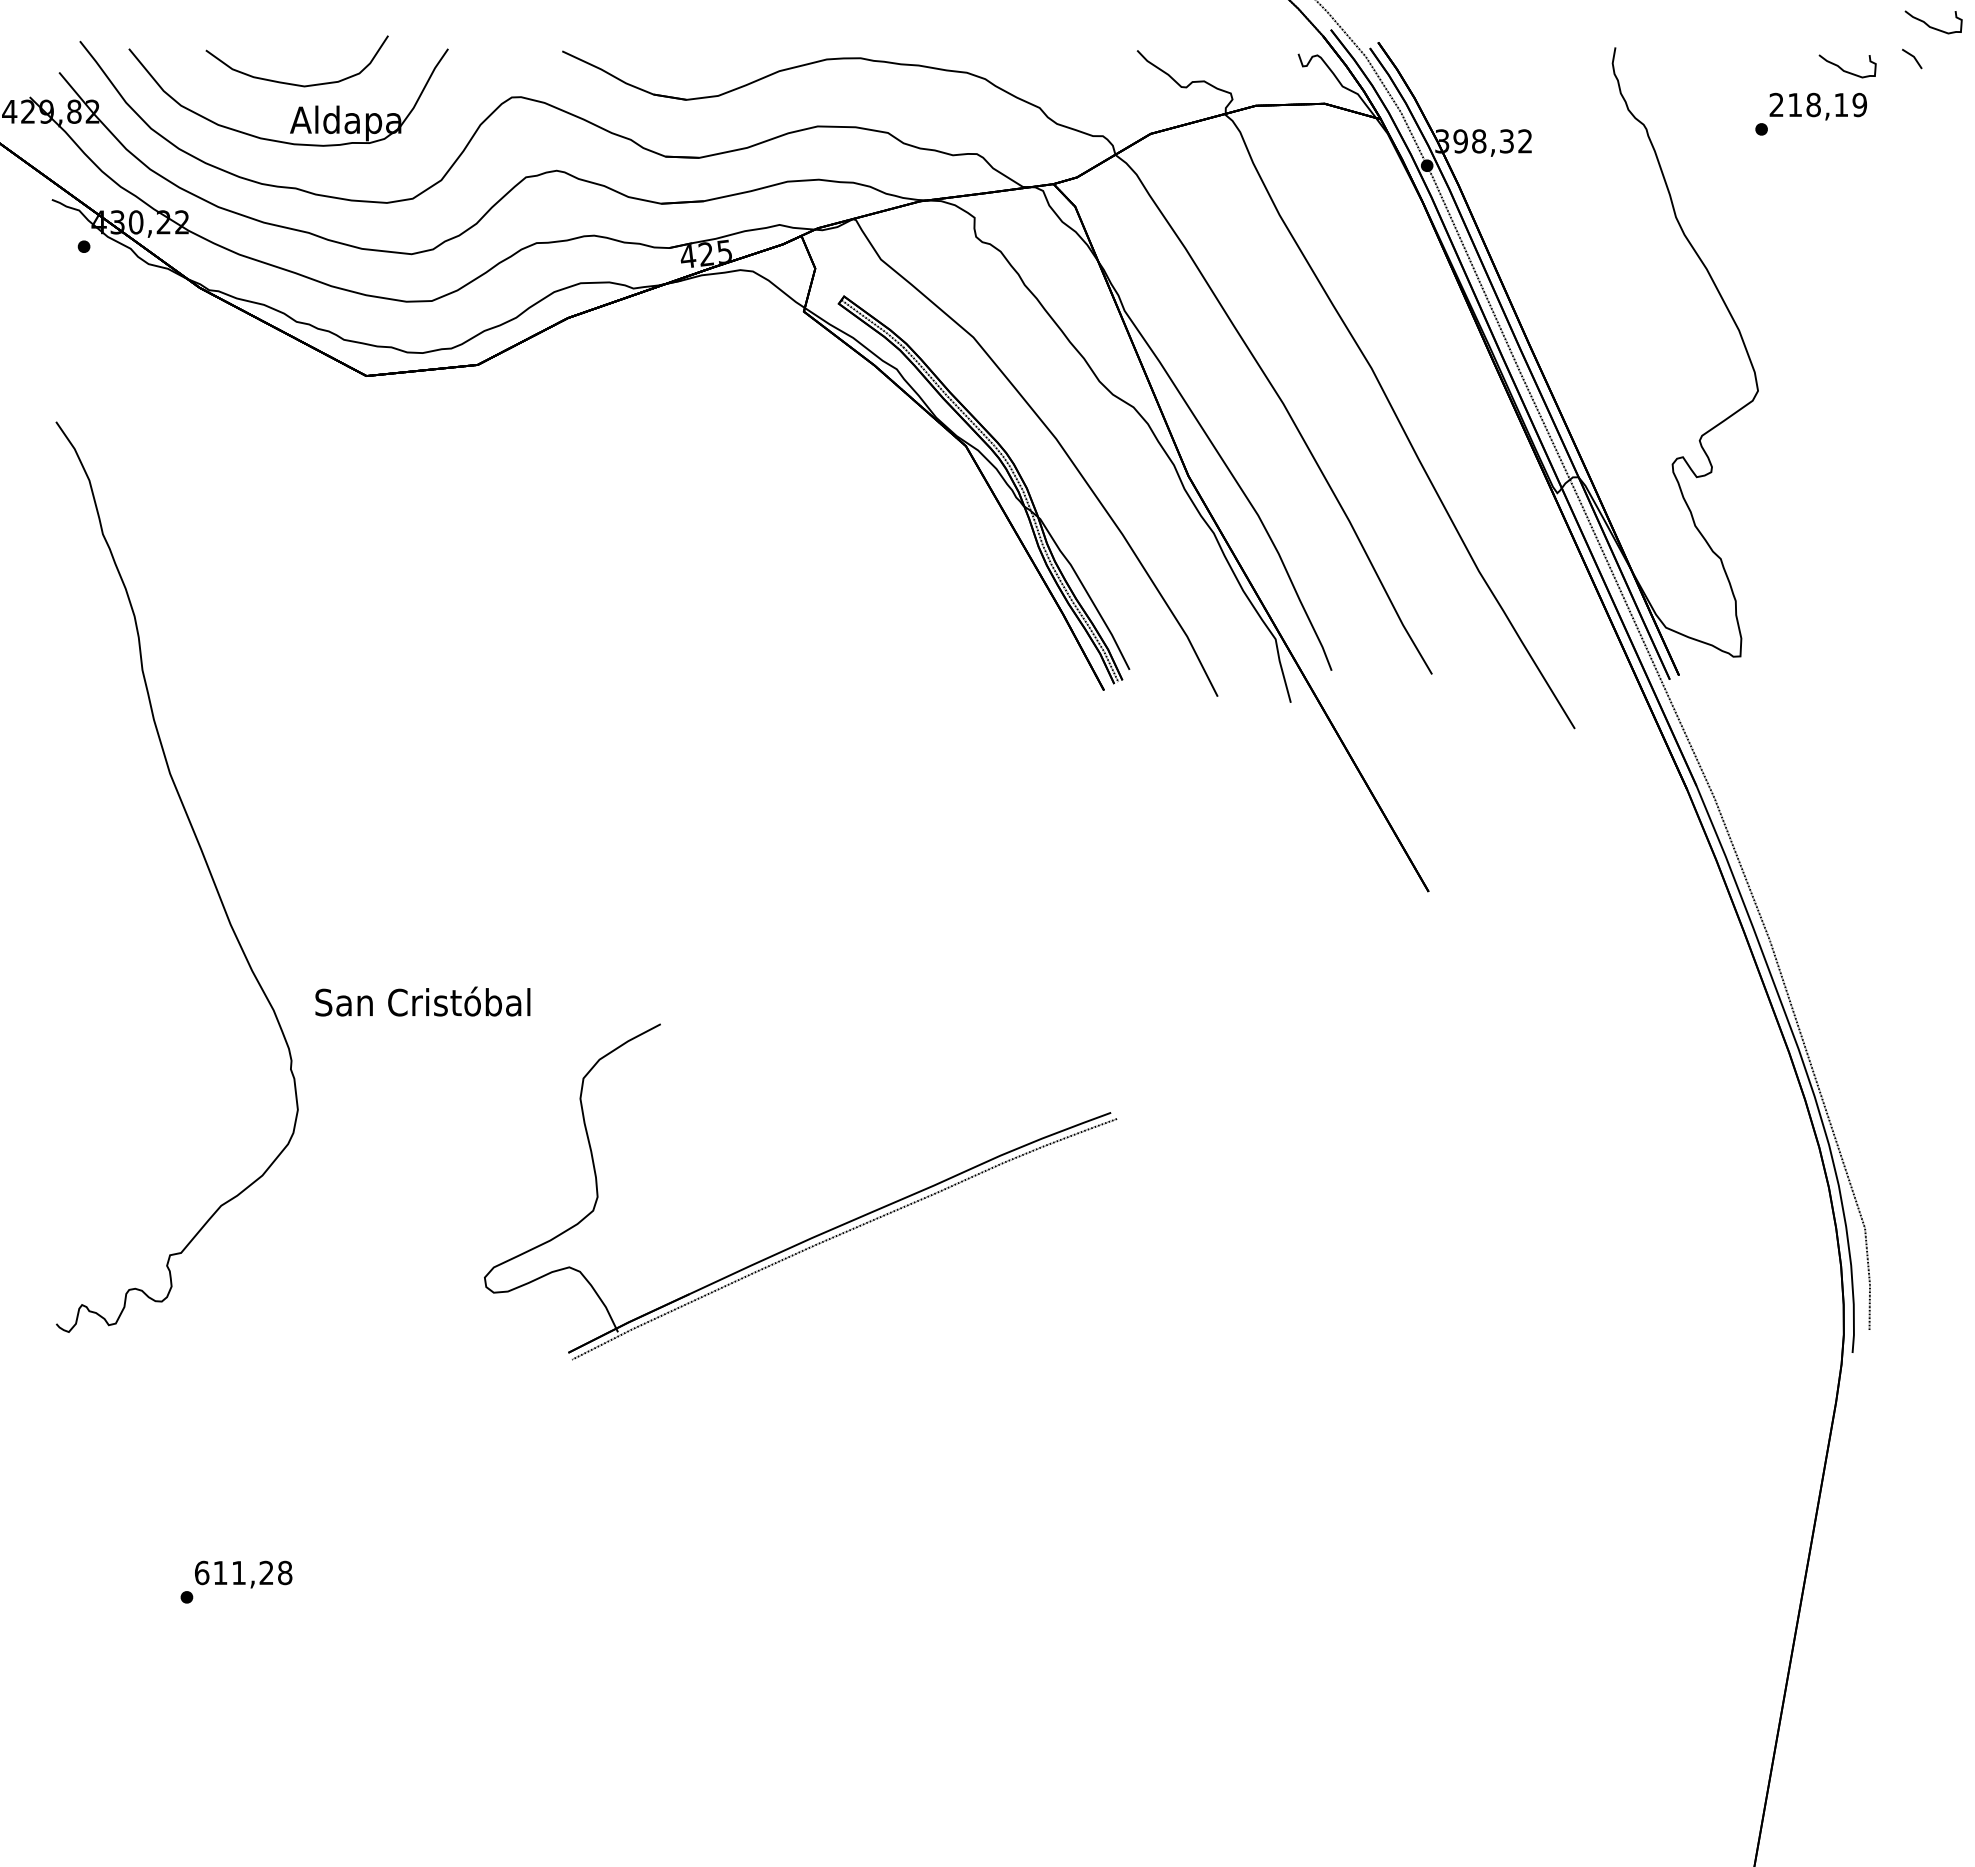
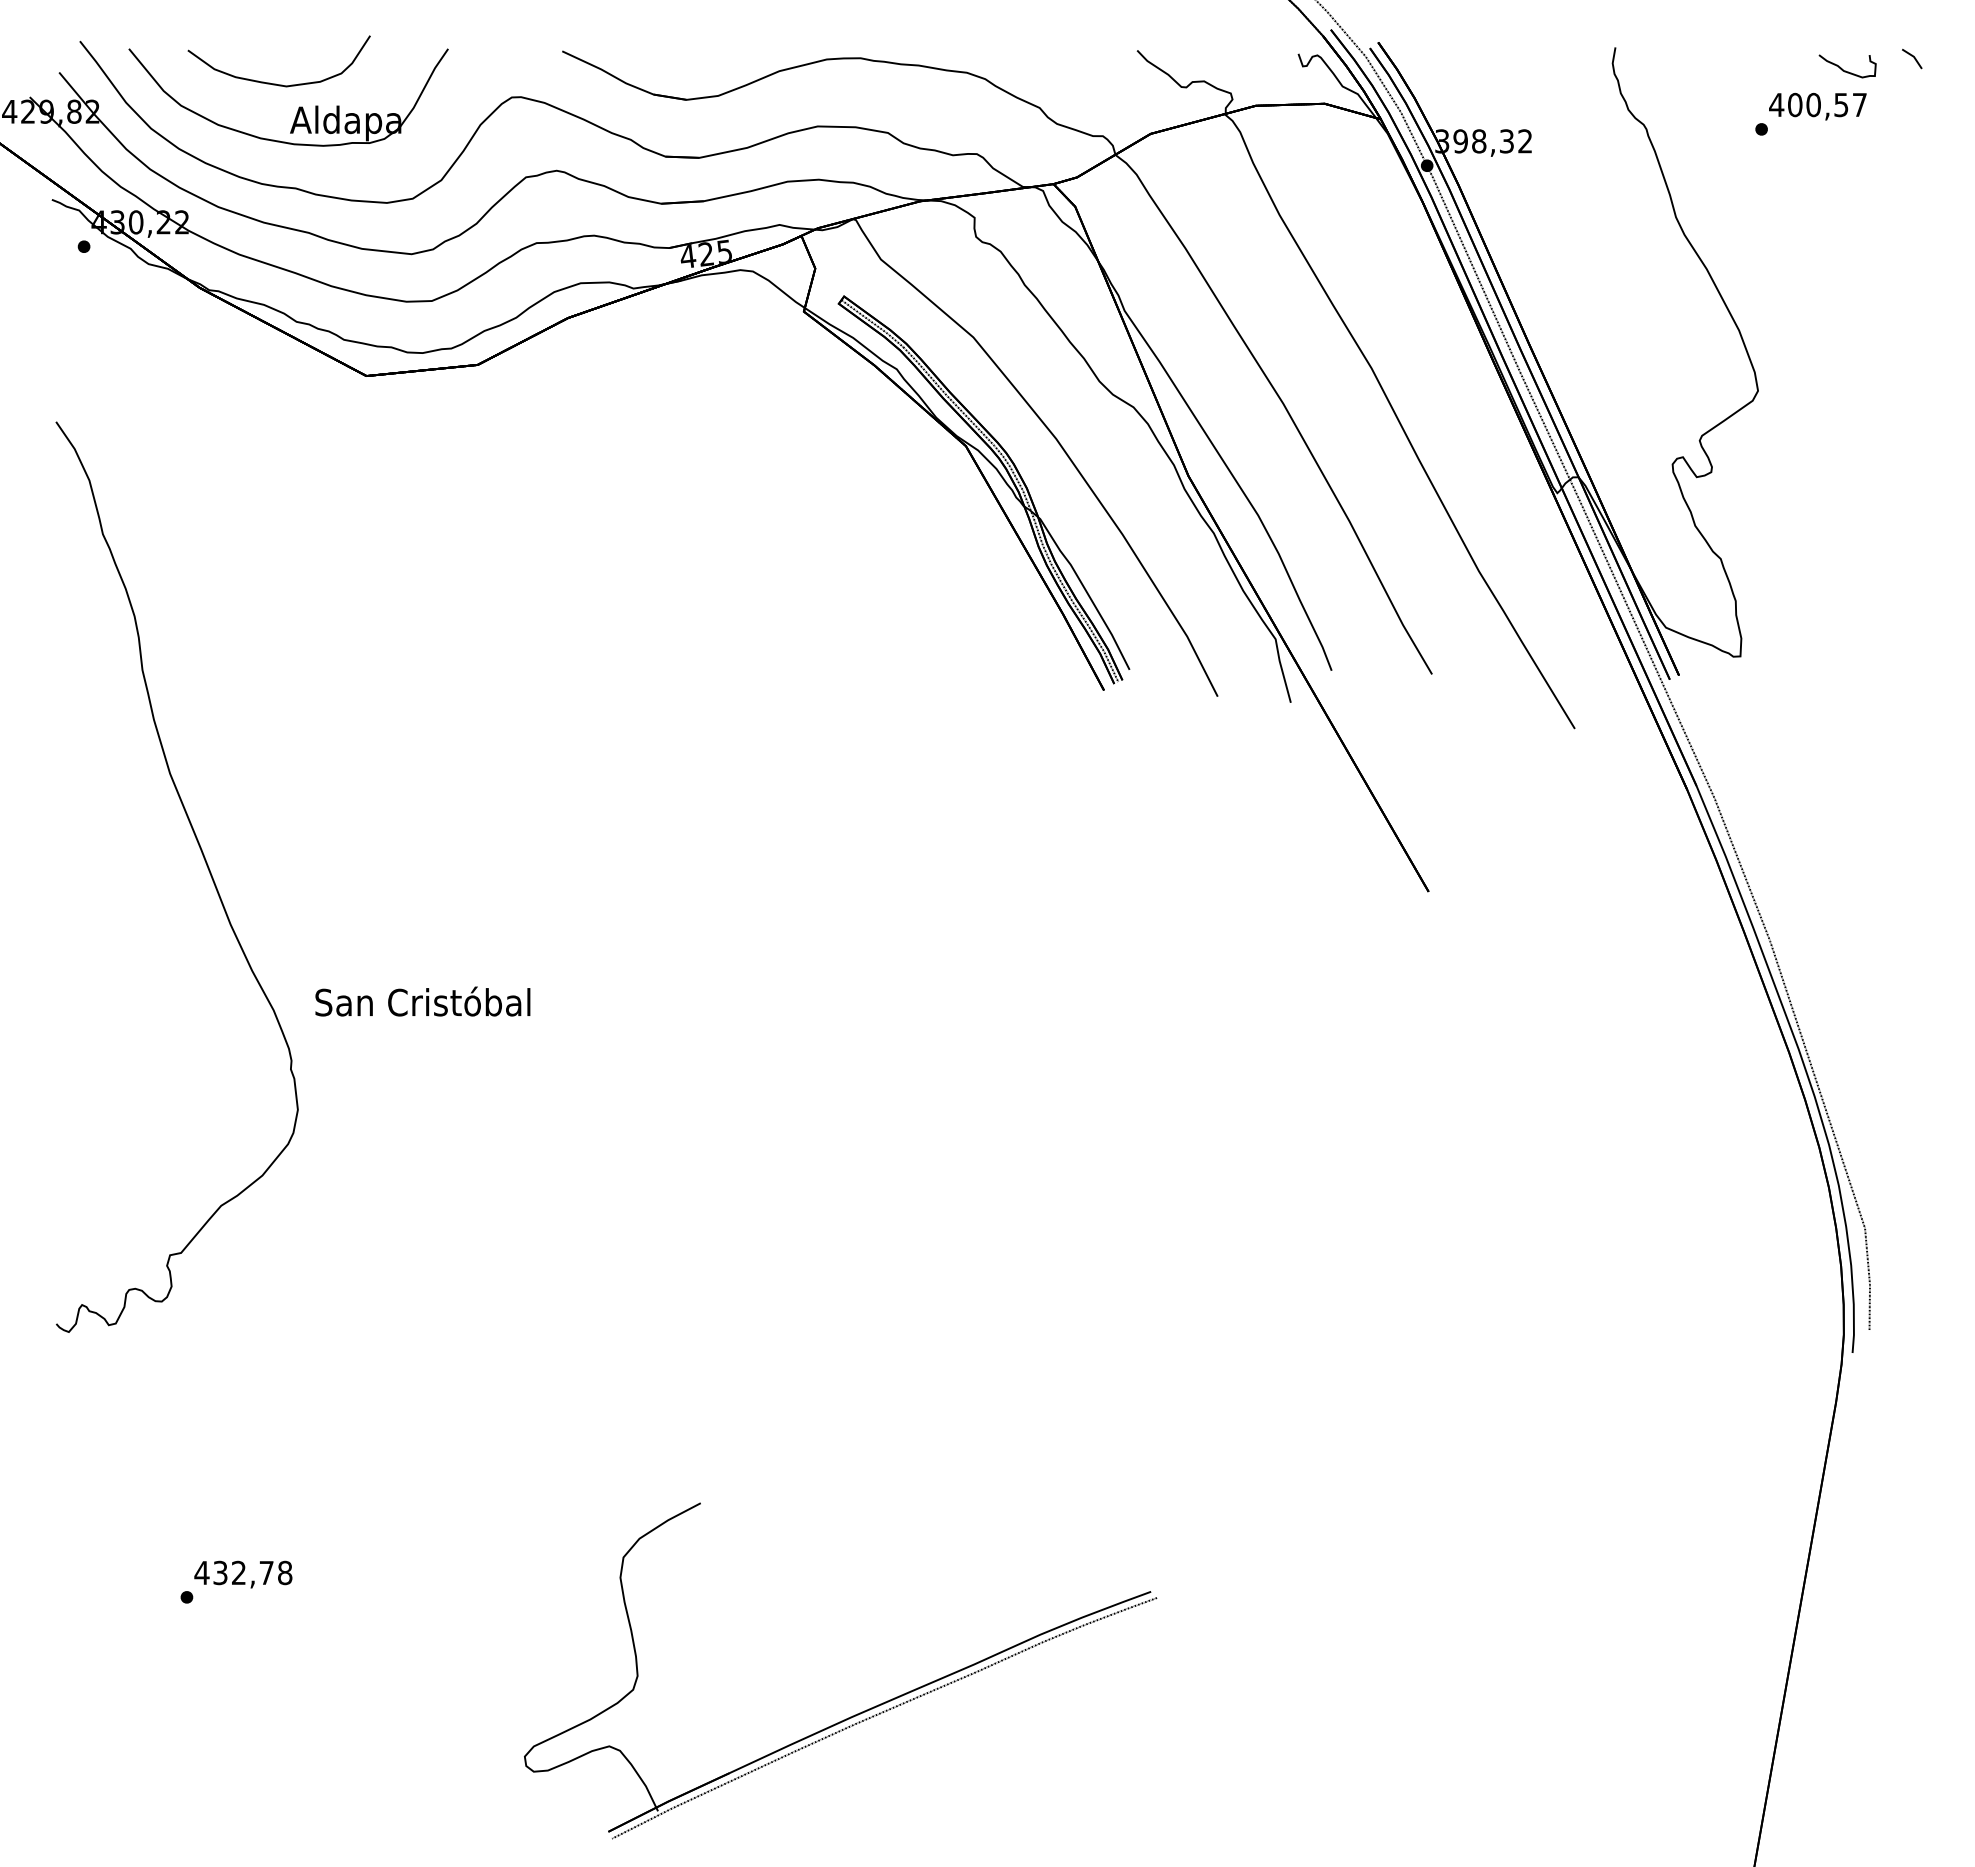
curve at (1931, 26): present -> none
part at (294, 83) position: (294, 83) -> (276, 83)
text at (1817, 104): 218,19 -> 400,57
part at (819, 1233) position: (819, 1233) -> (859, 1712)
text at (233, 1572): 611,28 -> 432,78
